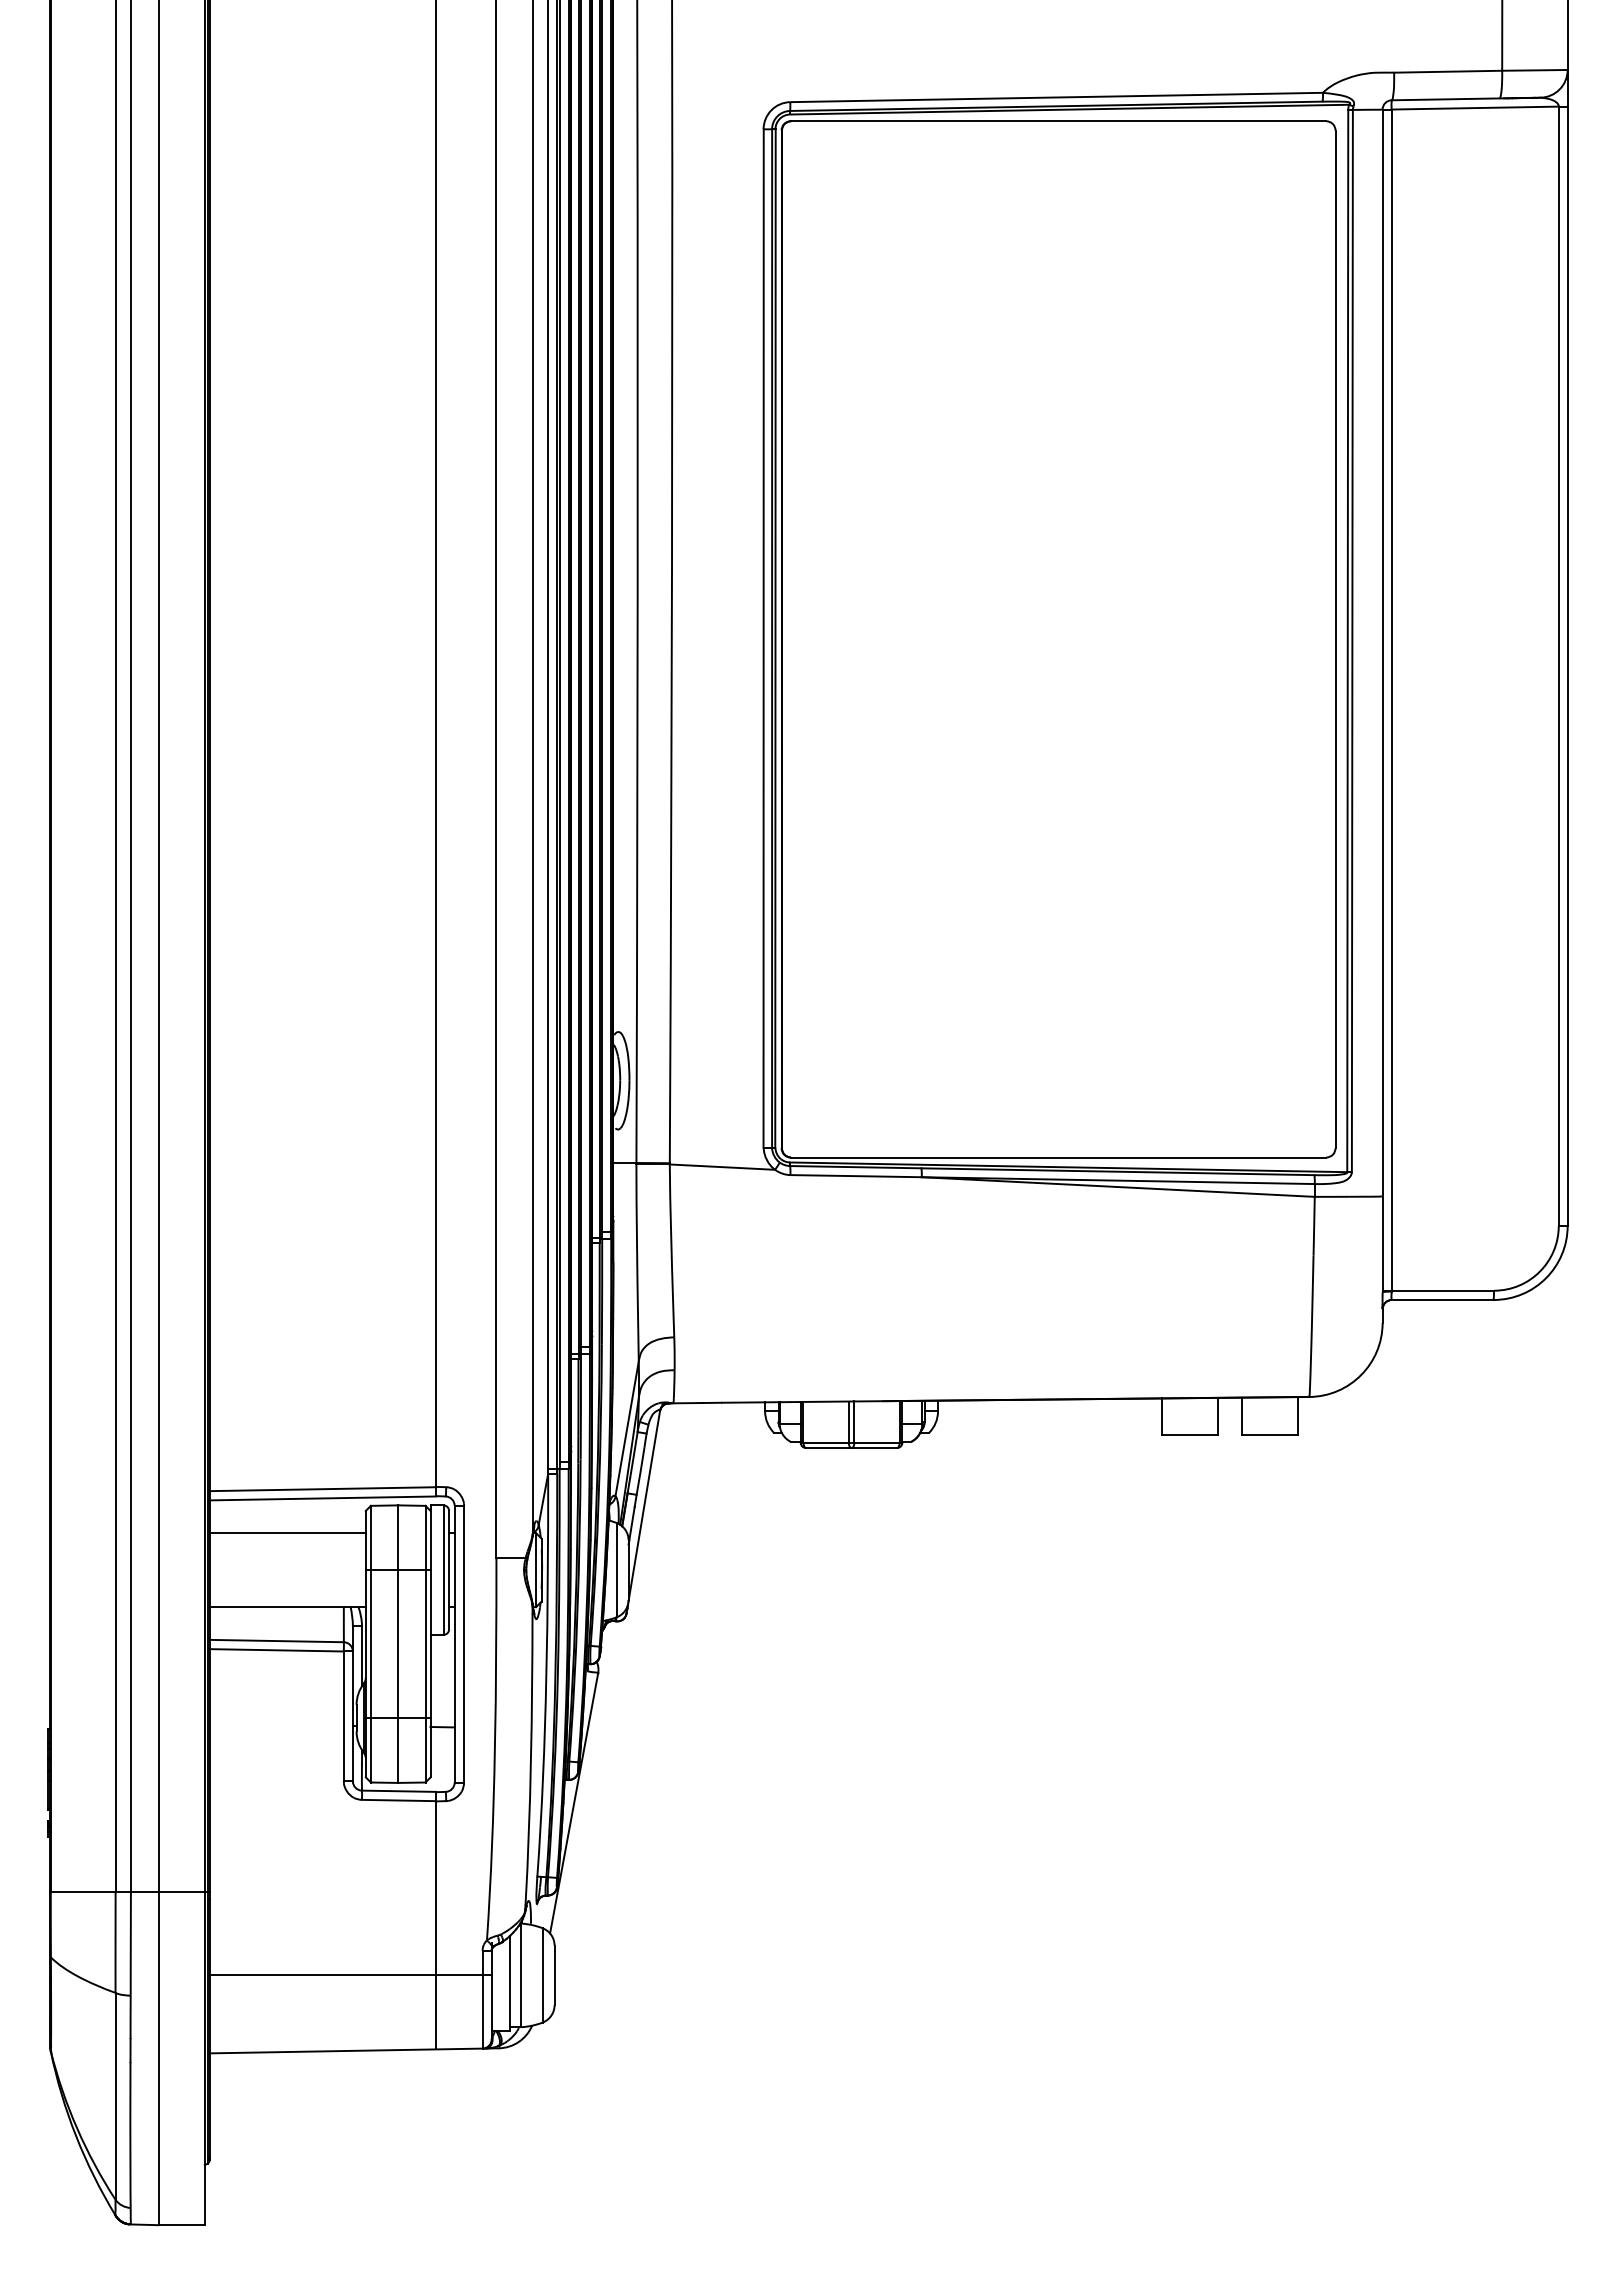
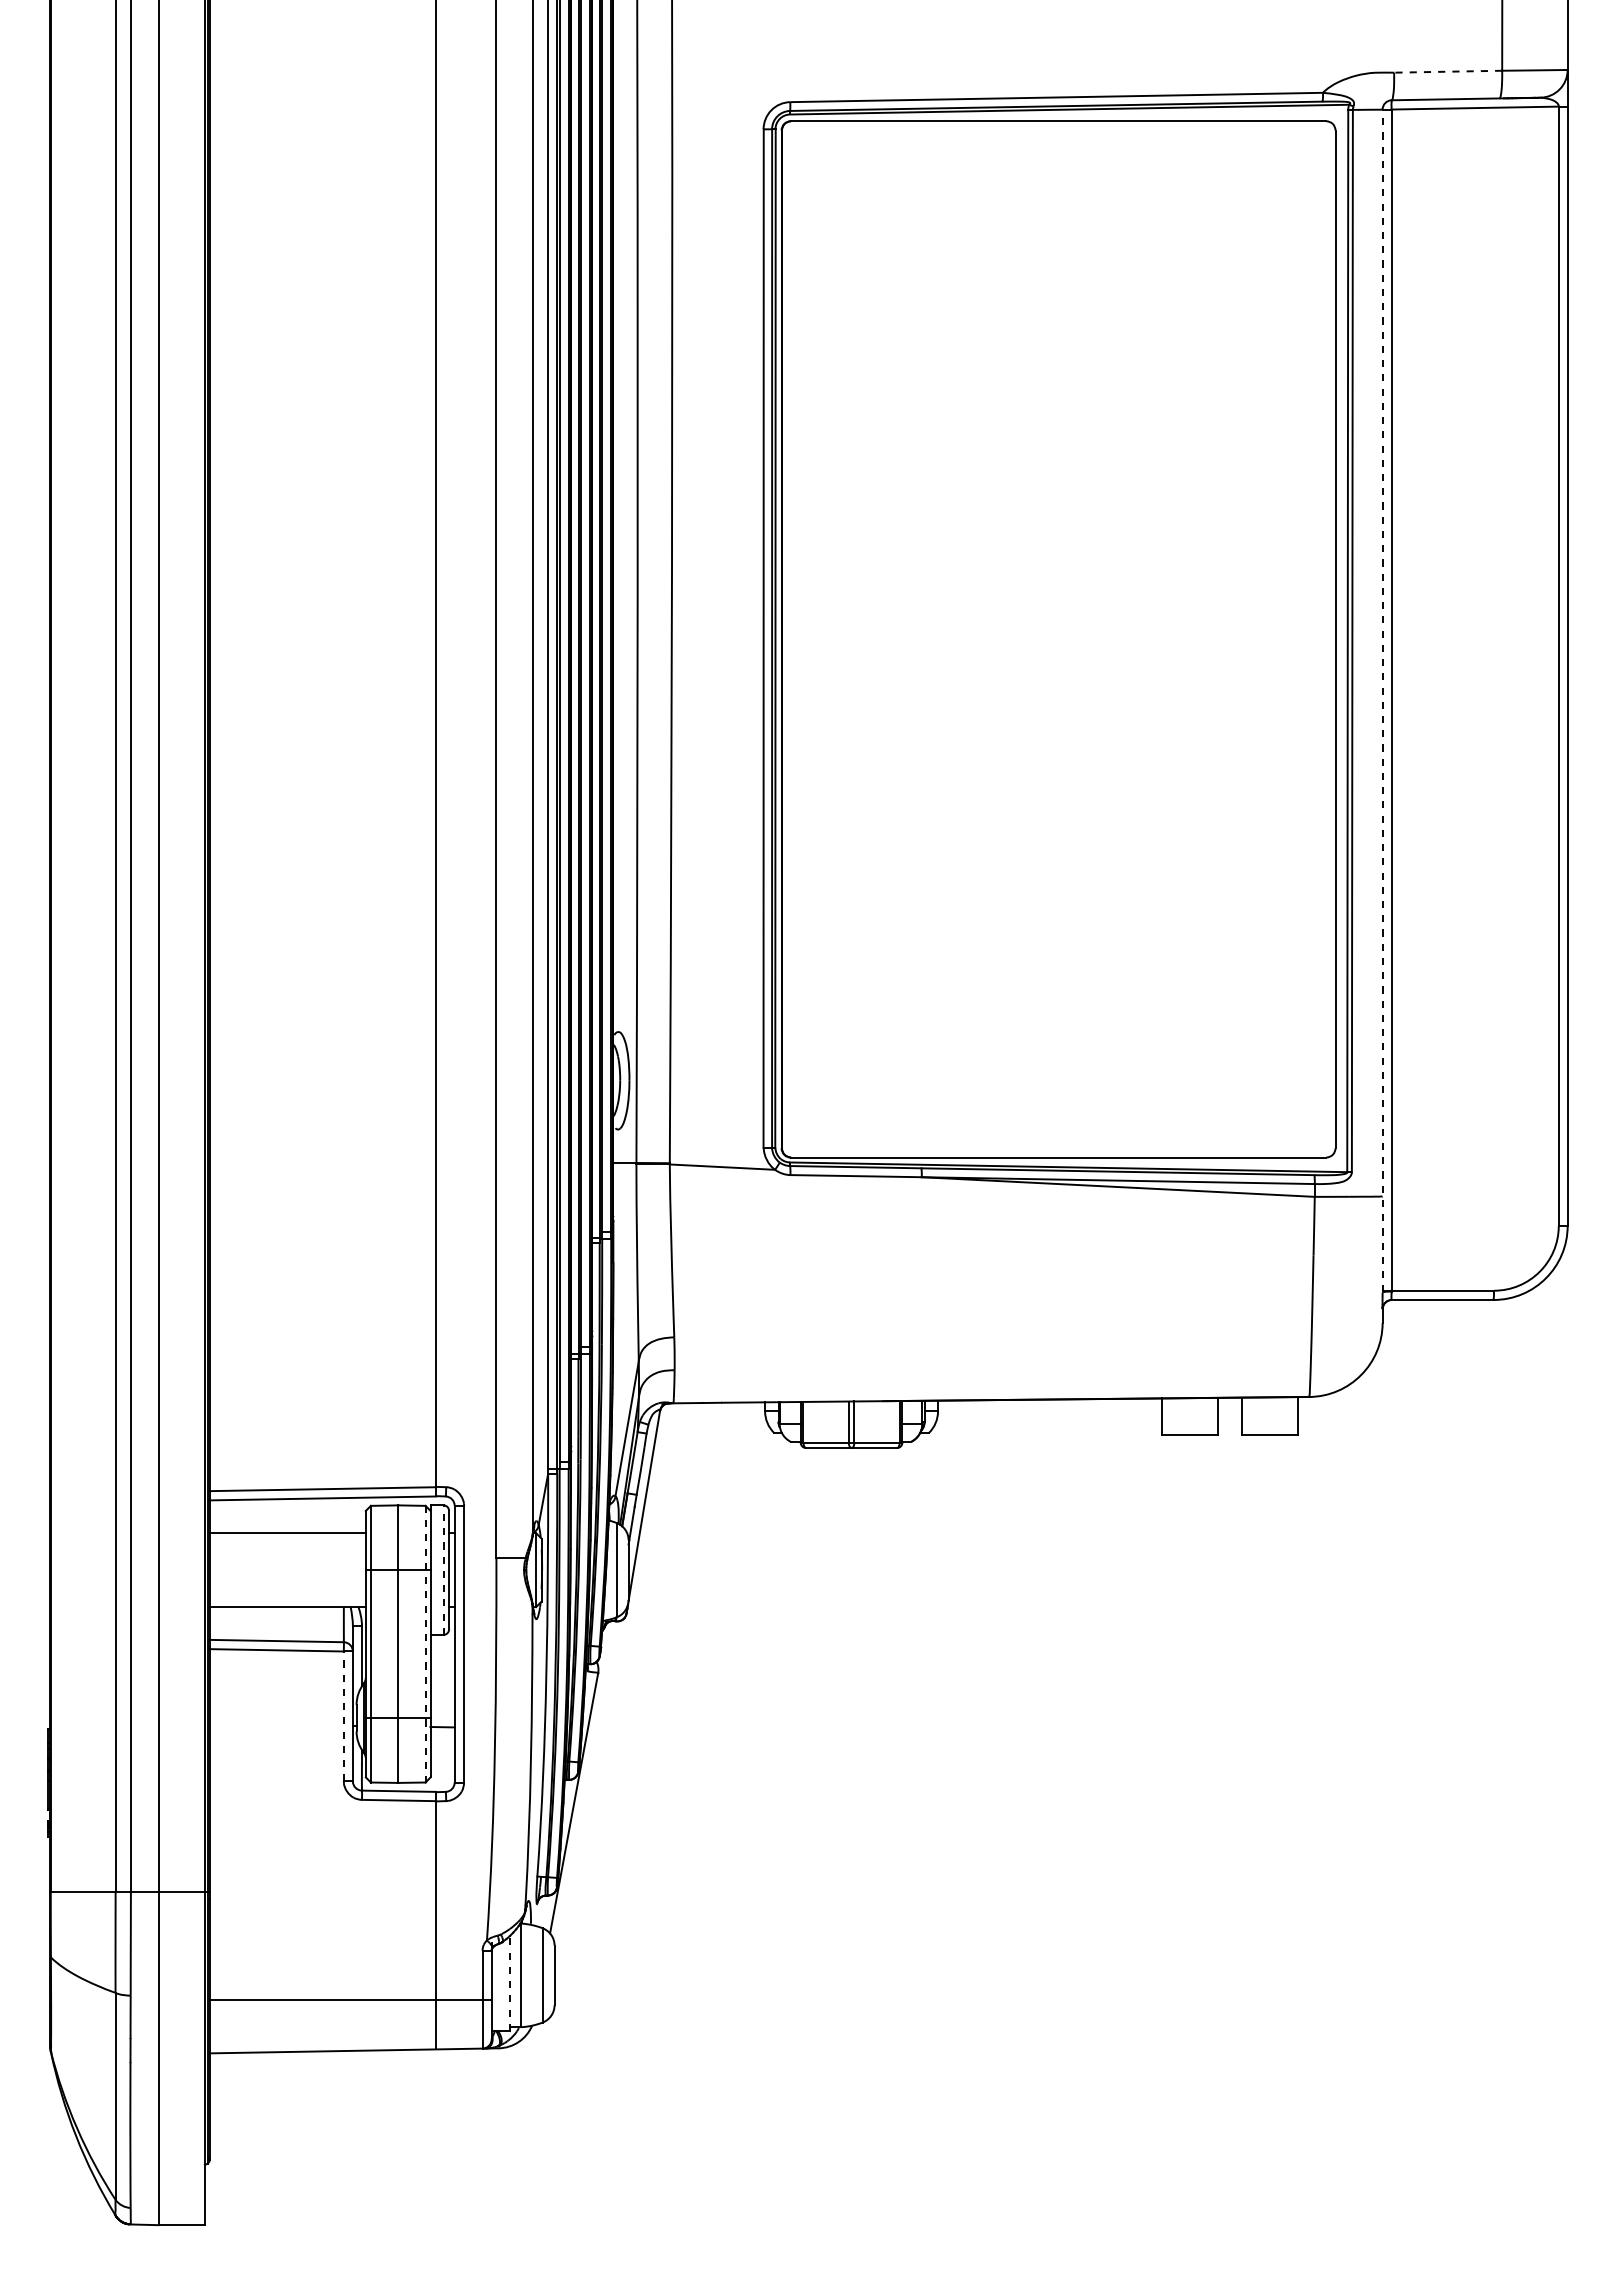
line at (1447, 71): solid -> dashed
line at (1382, 700): solid -> dashed
line at (443, 1570): solid -> dashed
line at (425, 1644): solid -> dashed
line at (343, 1716): solid -> dashed
line at (350, 1975) position: (350, 1975) -> (350, 2000)
line at (510, 1983): solid -> dashed
